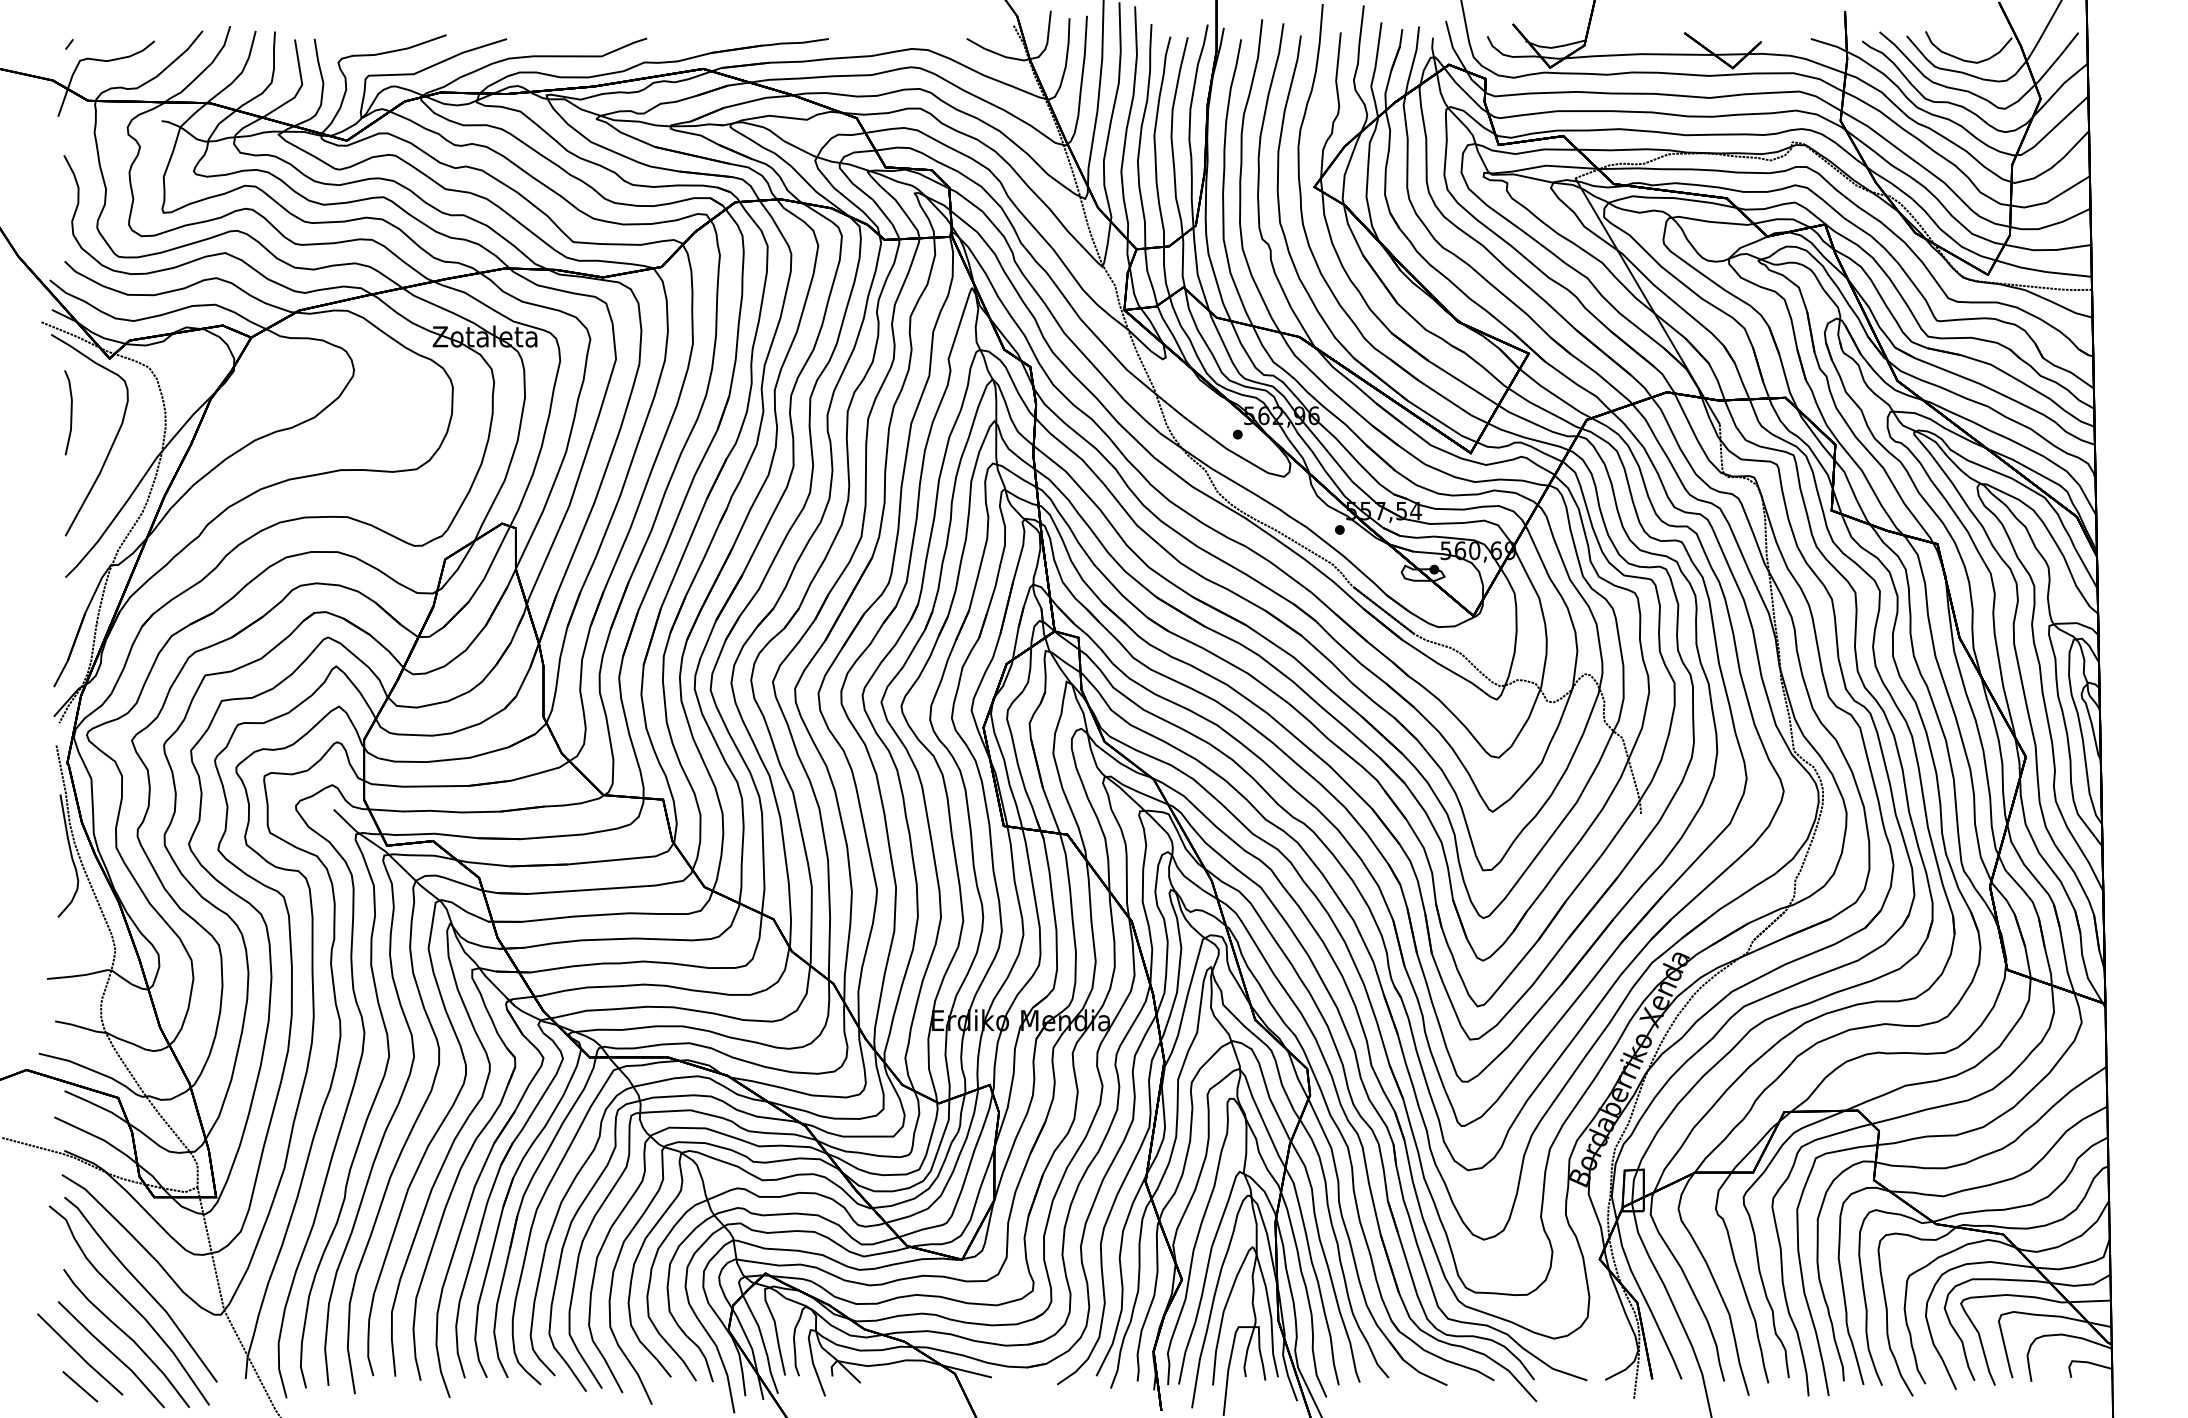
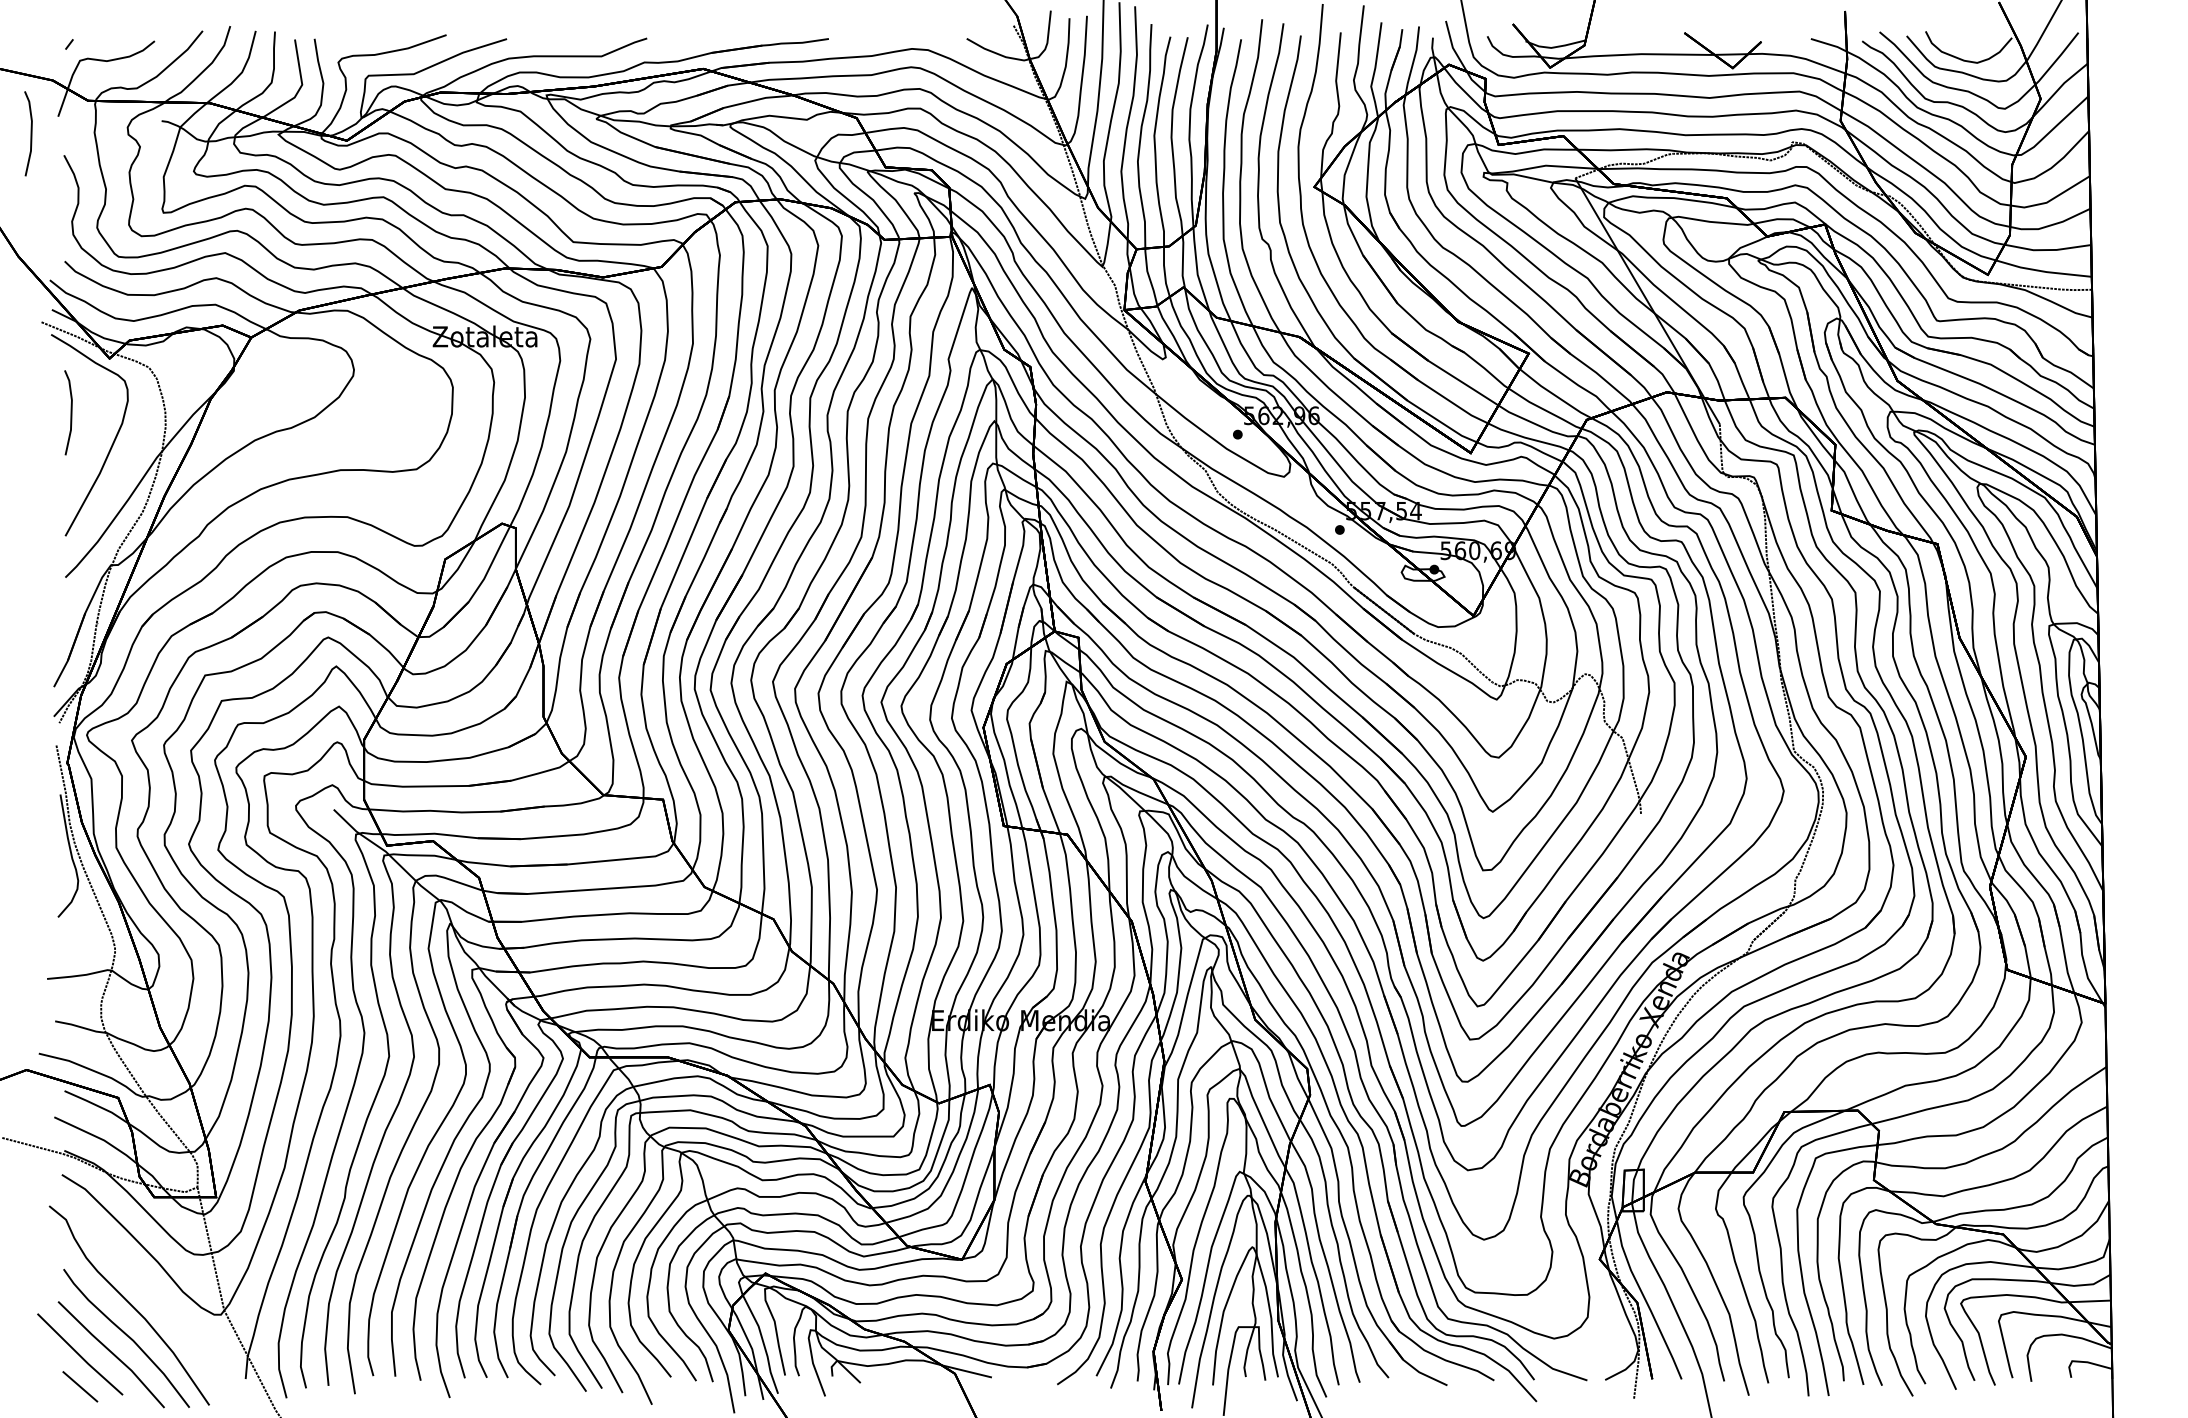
line at (30, 133): none -> present
curve at (142, 1287): present -> none
